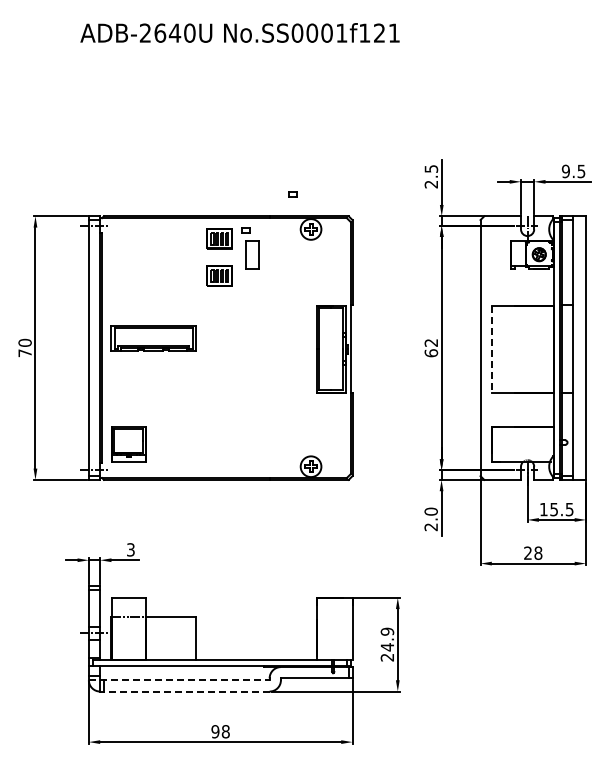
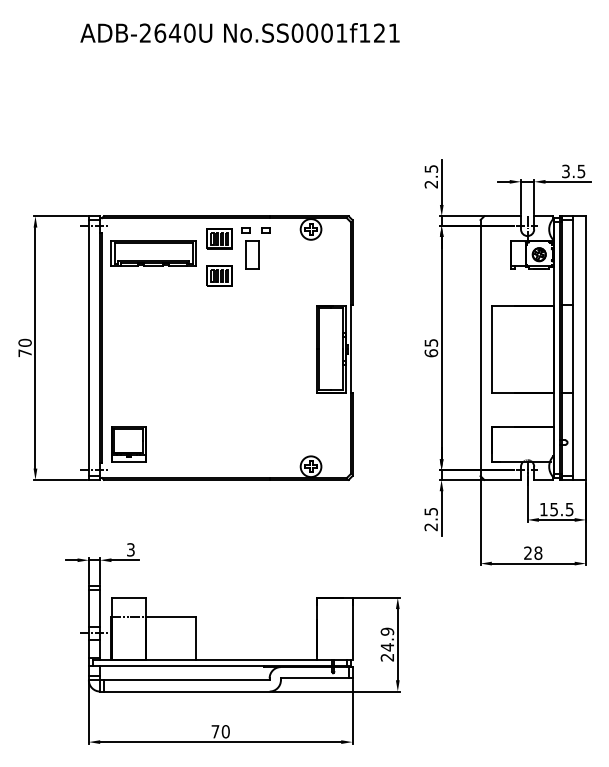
text at (565, 171): 9.5 -> 3.5
part at (292, 194) position: (292, 194) -> (265, 230)
part at (153, 338) position: (153, 338) -> (153, 253)
text at (431, 342): 62 -> 65
line at (492, 349): dashed -> solid
text at (430, 511): 2.0 -> 2.5
line at (179, 680): dashed -> solid
line at (184, 691): dashed -> solid
text at (220, 731): 98 -> 70
